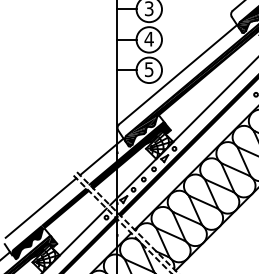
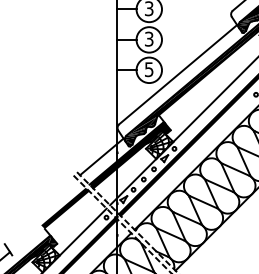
text at (148, 38): 4 -> 3
line at (40, 207): present -> none
fill at (27, 242): present -> none
